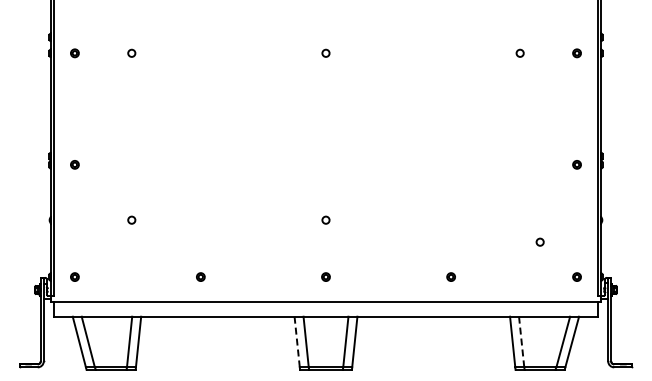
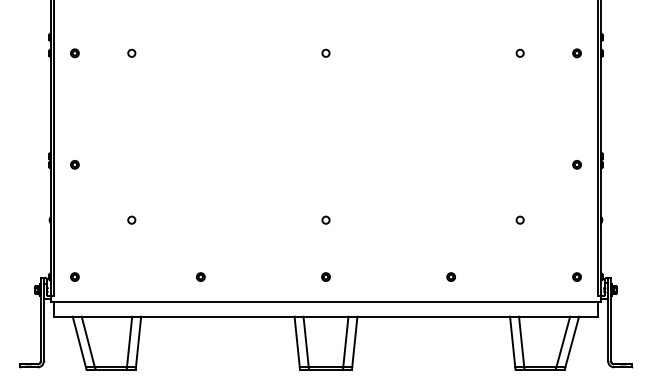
circle at (539, 241) position: (539, 241) -> (519, 219)
line at (521, 341): dashed -> solid
line at (297, 342): dashed -> solid
